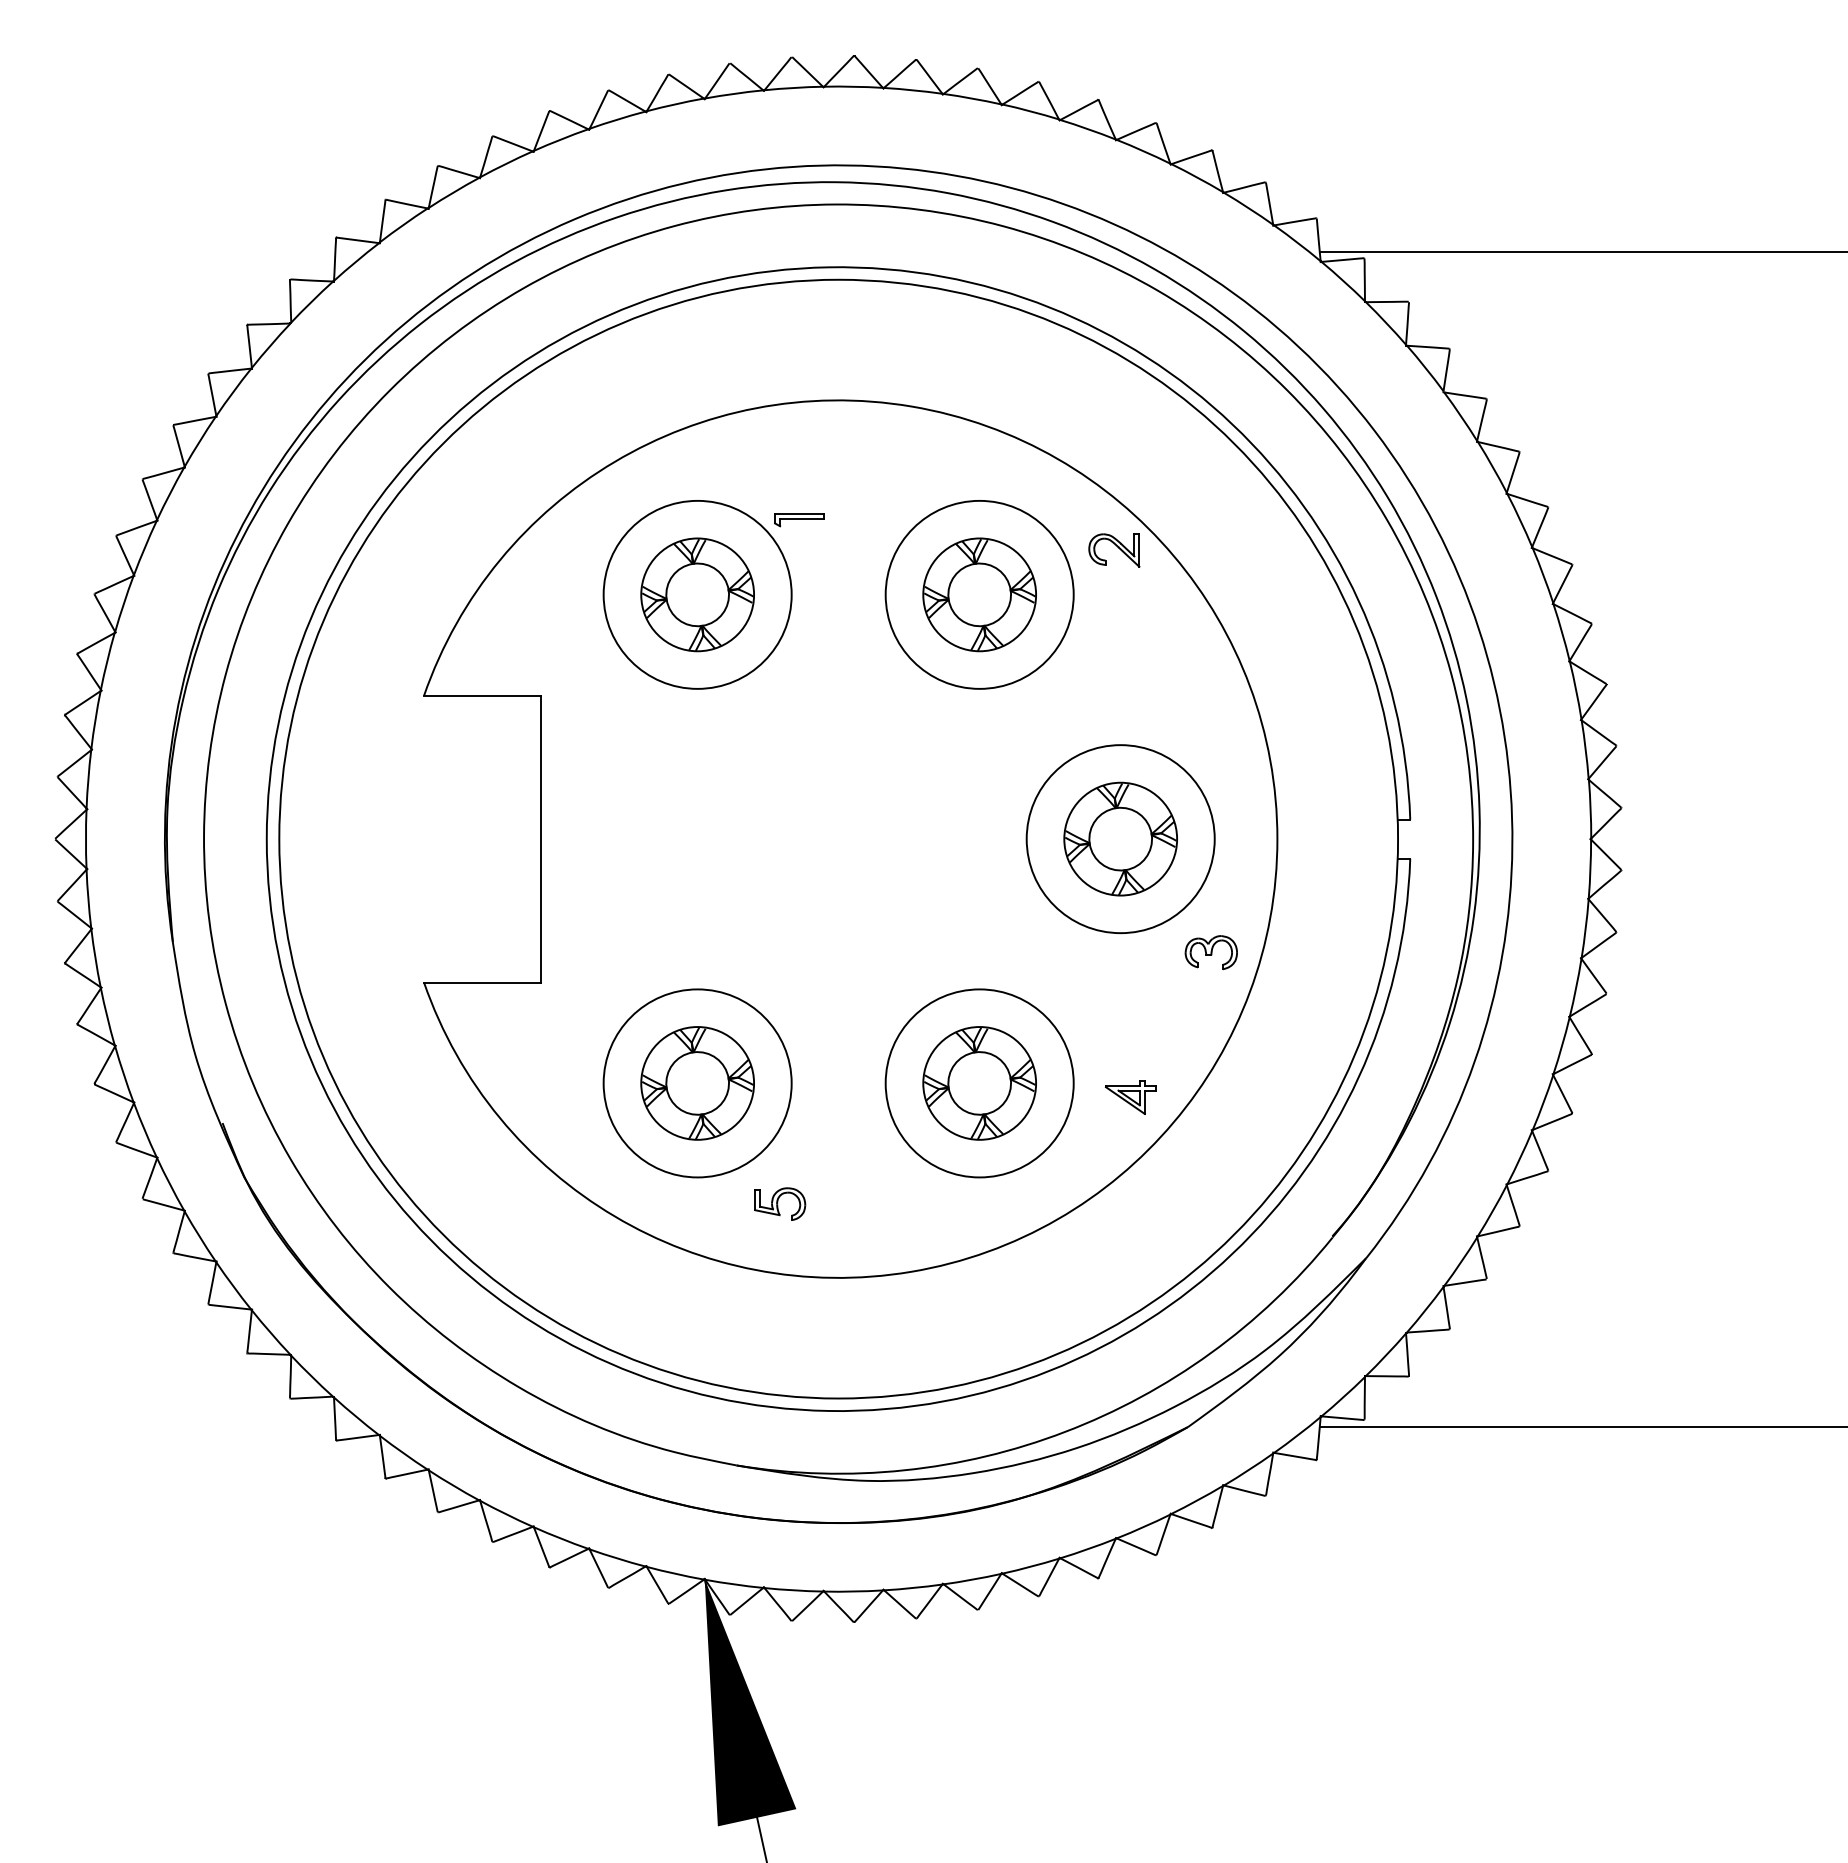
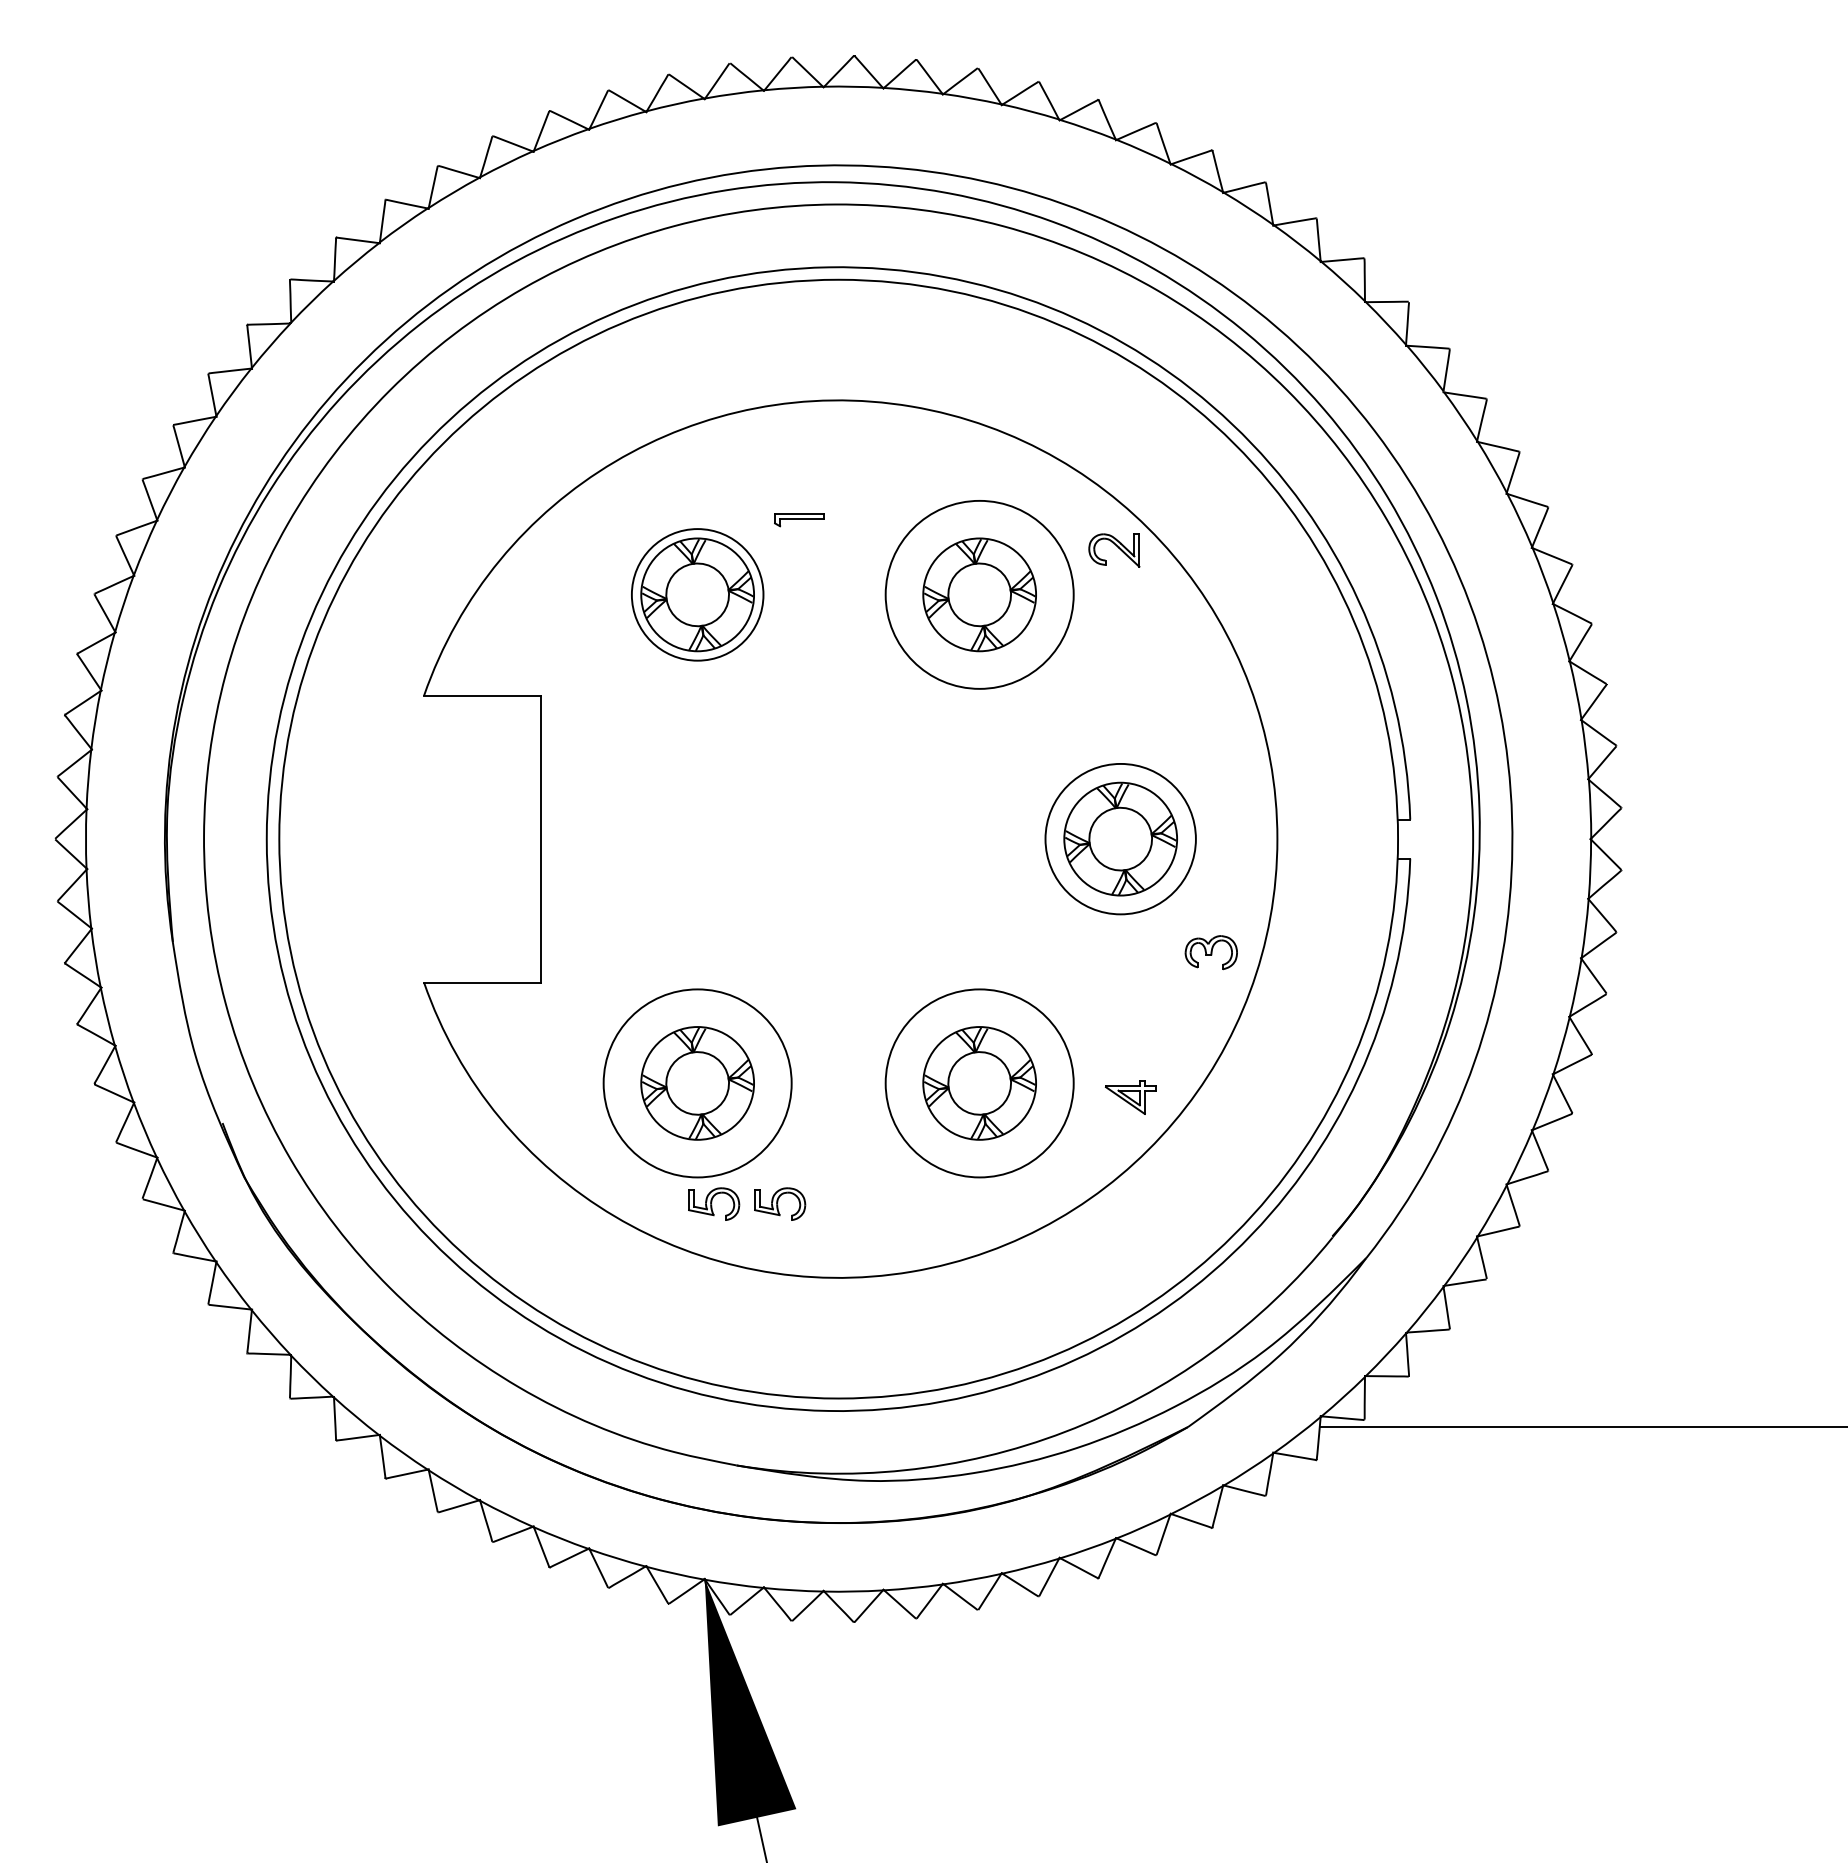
line at (1581, 251): present -> none
circle at (697, 594) diameter: 188 px -> 132 px
circle at (1120, 839) diameter: 188 px -> 150 px
part at (714, 1203): none -> present
